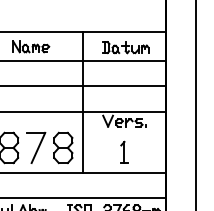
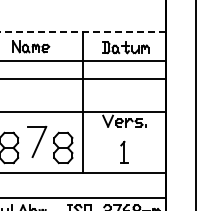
line at (82, 31): solid -> dashed
line at (83, 86) position: (83, 86) -> (83, 79)
part at (36, 147) position: (36, 147) -> (37, 141)
